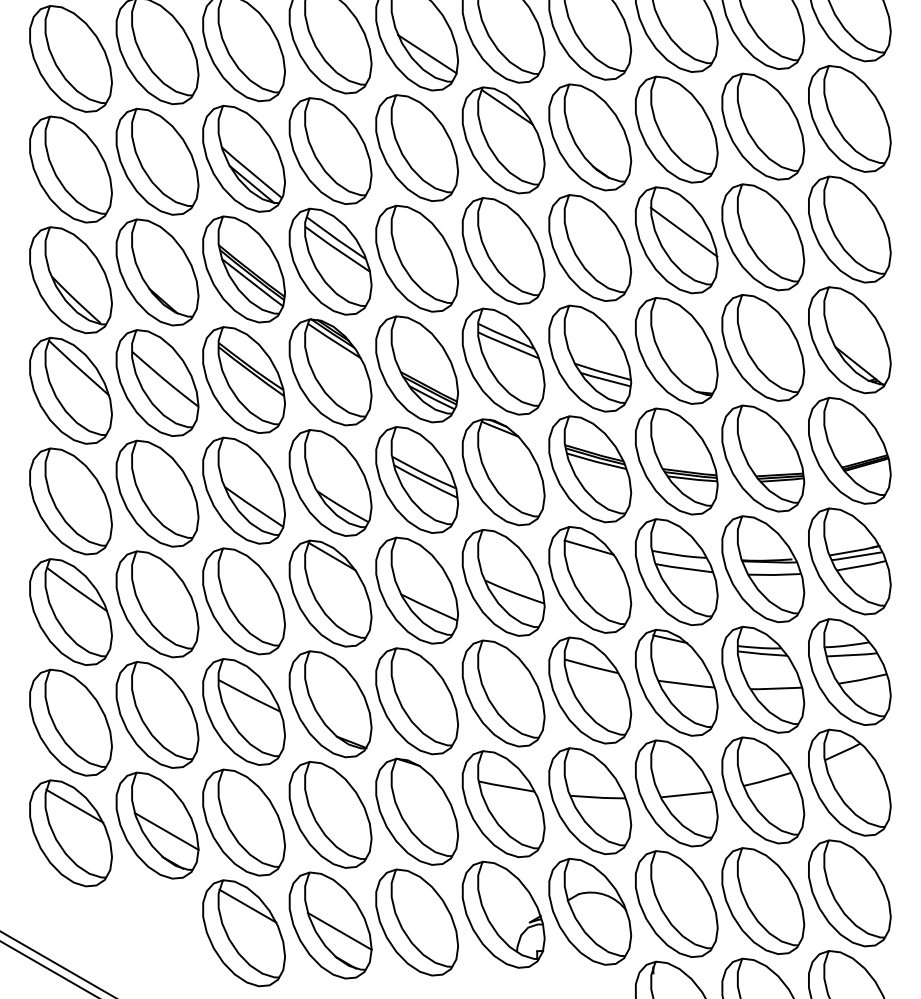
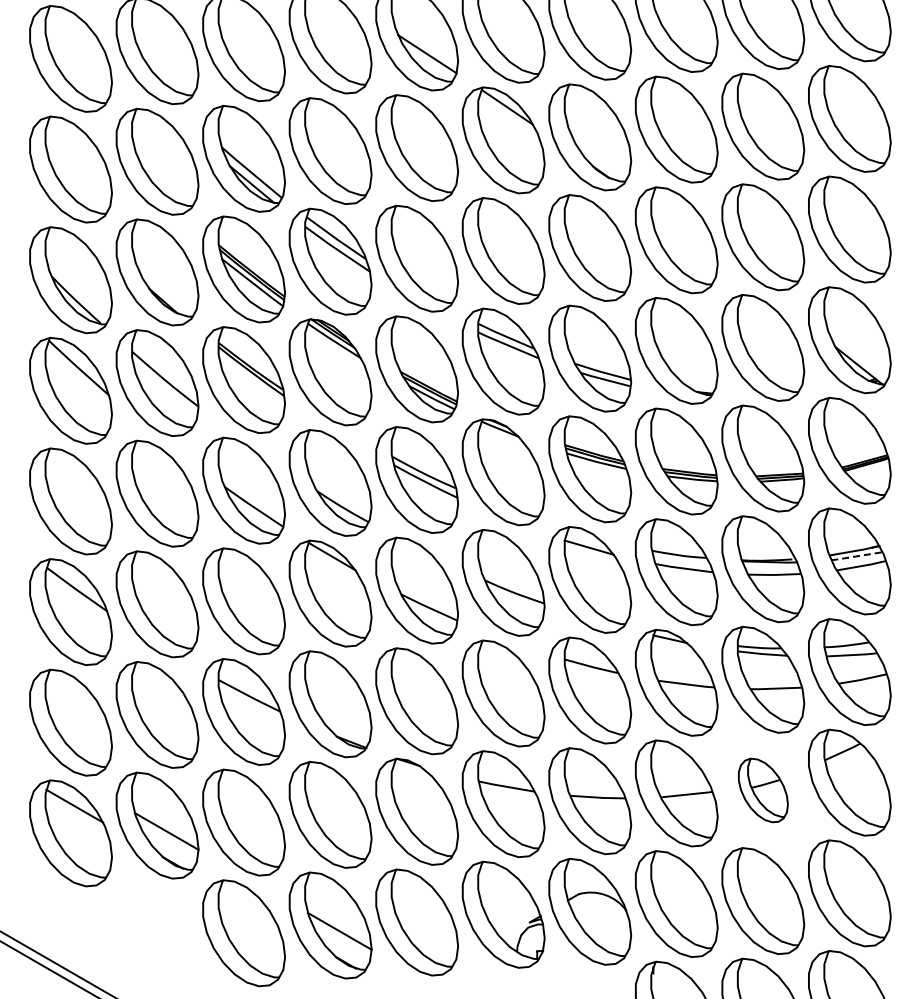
line at (683, 231): present -> none
line at (856, 556): solid -> dashed
part at (763, 790) size: 85x109 px -> 51x67 px
line at (247, 905): present -> none
